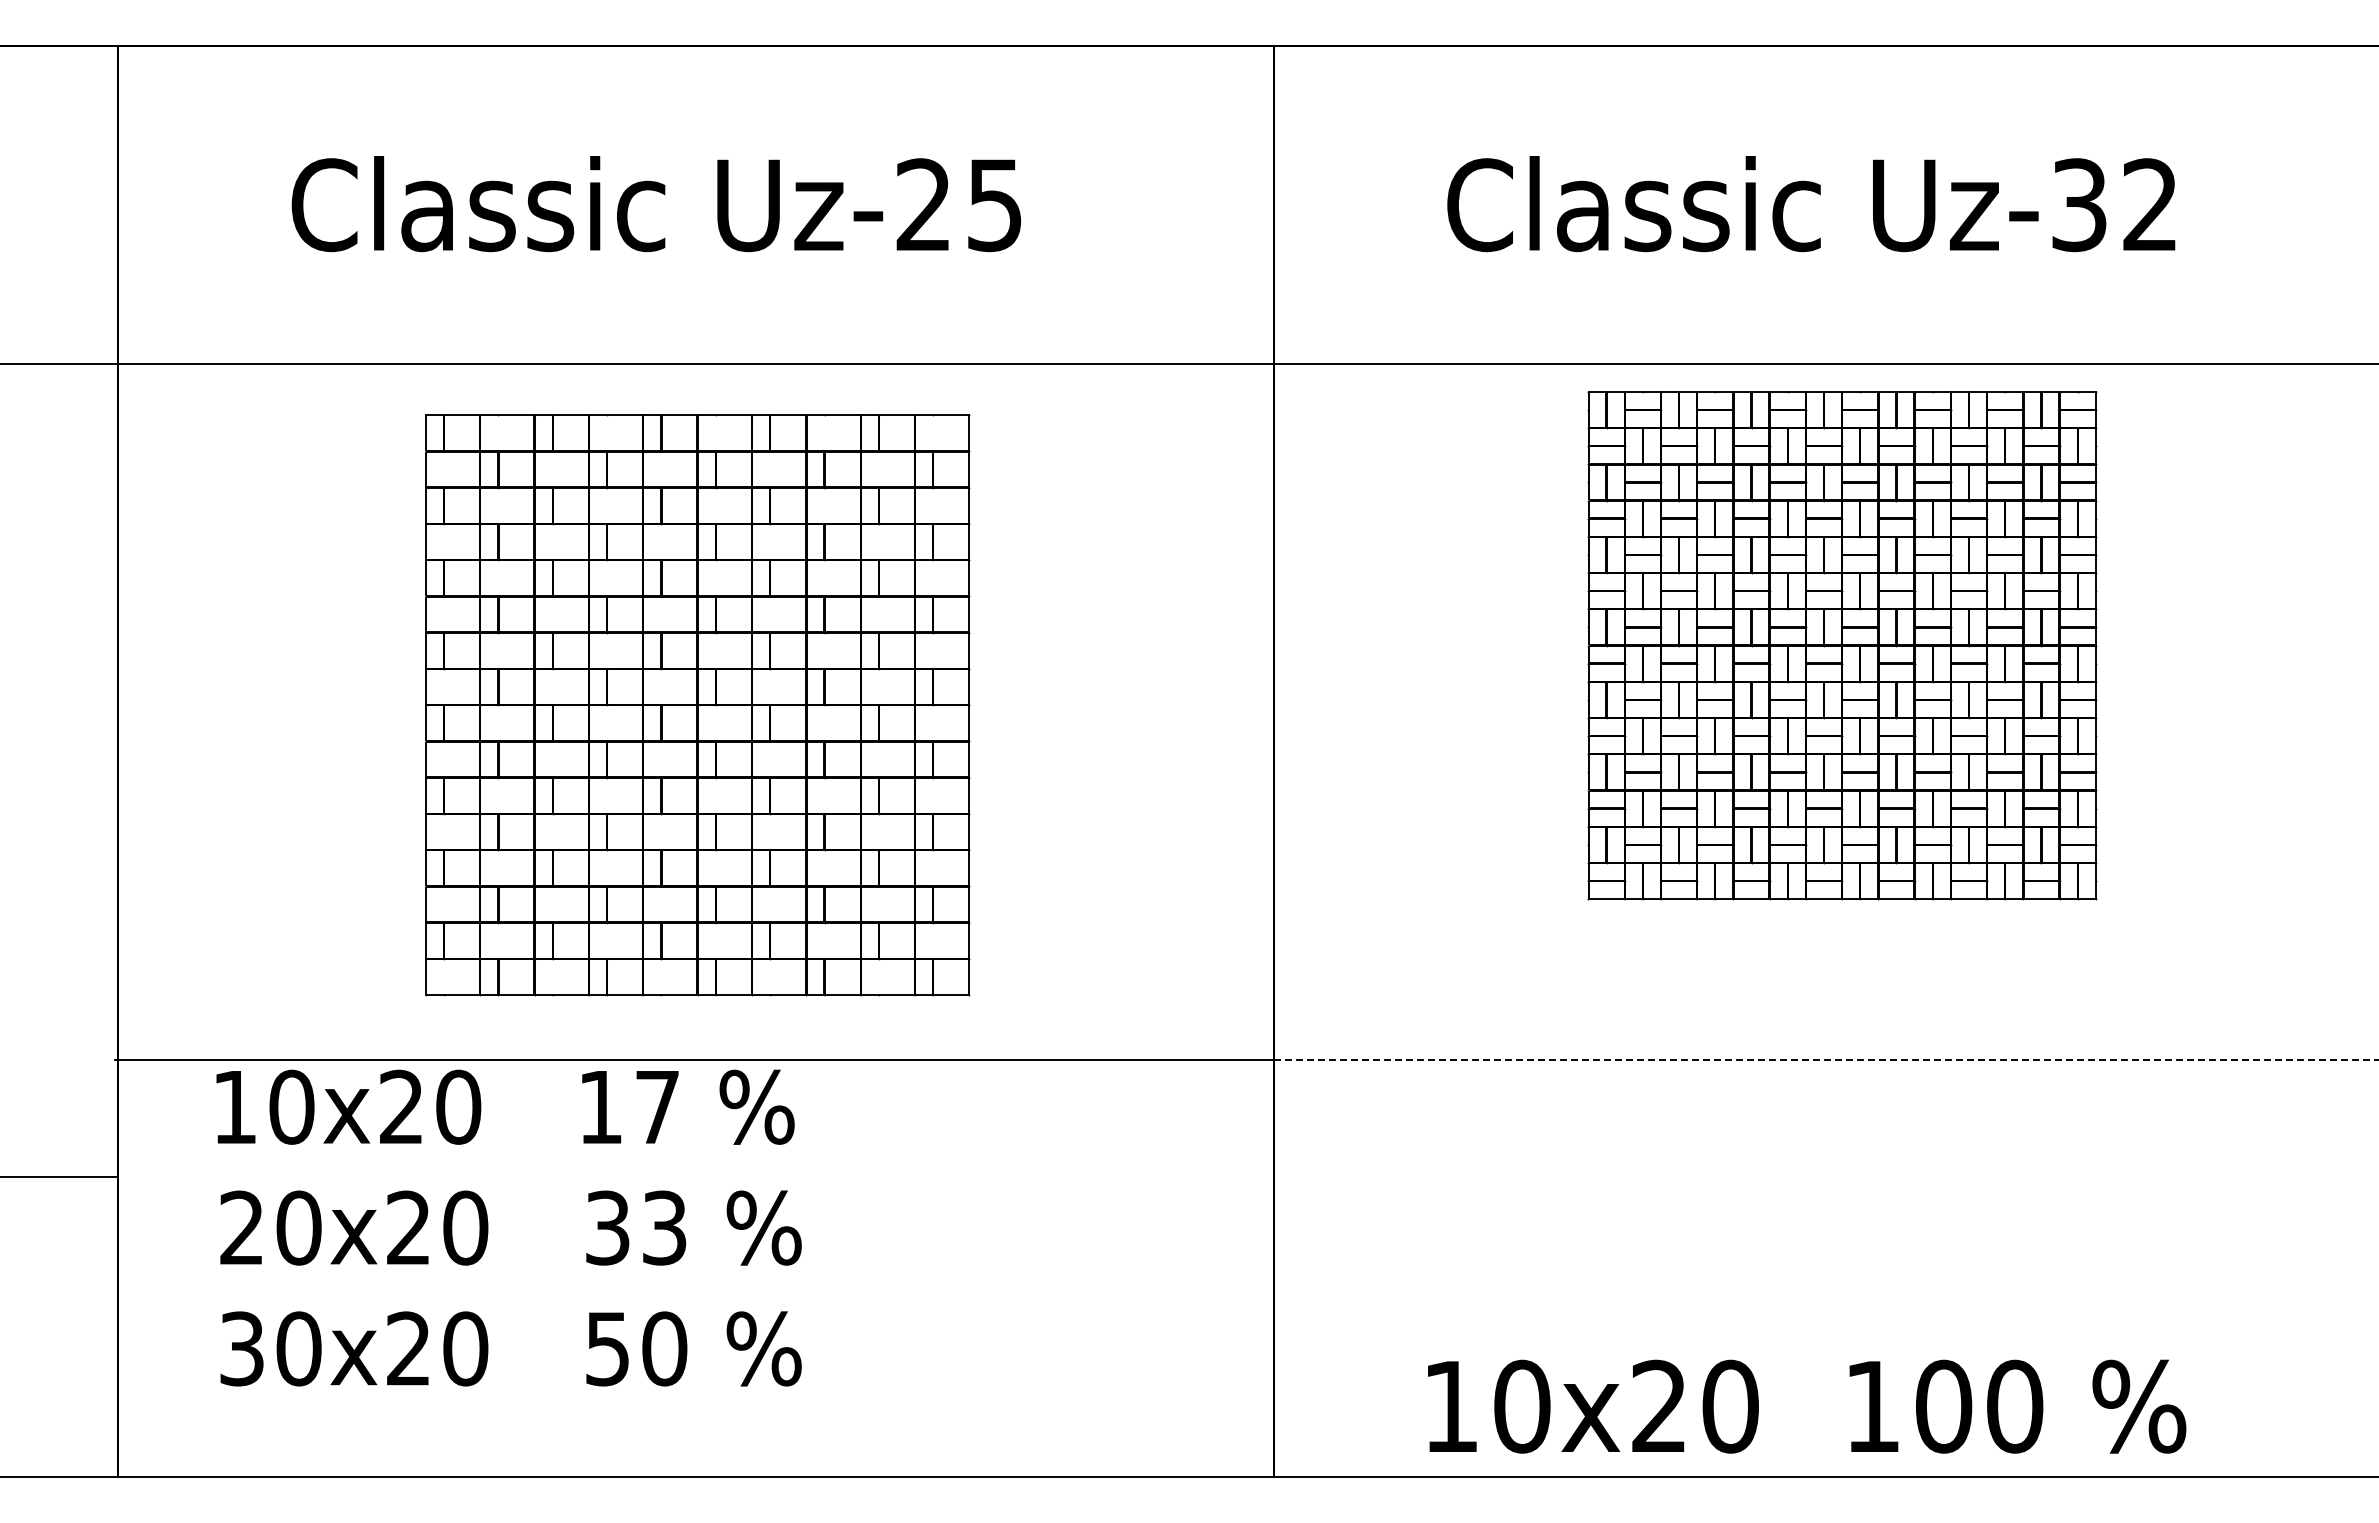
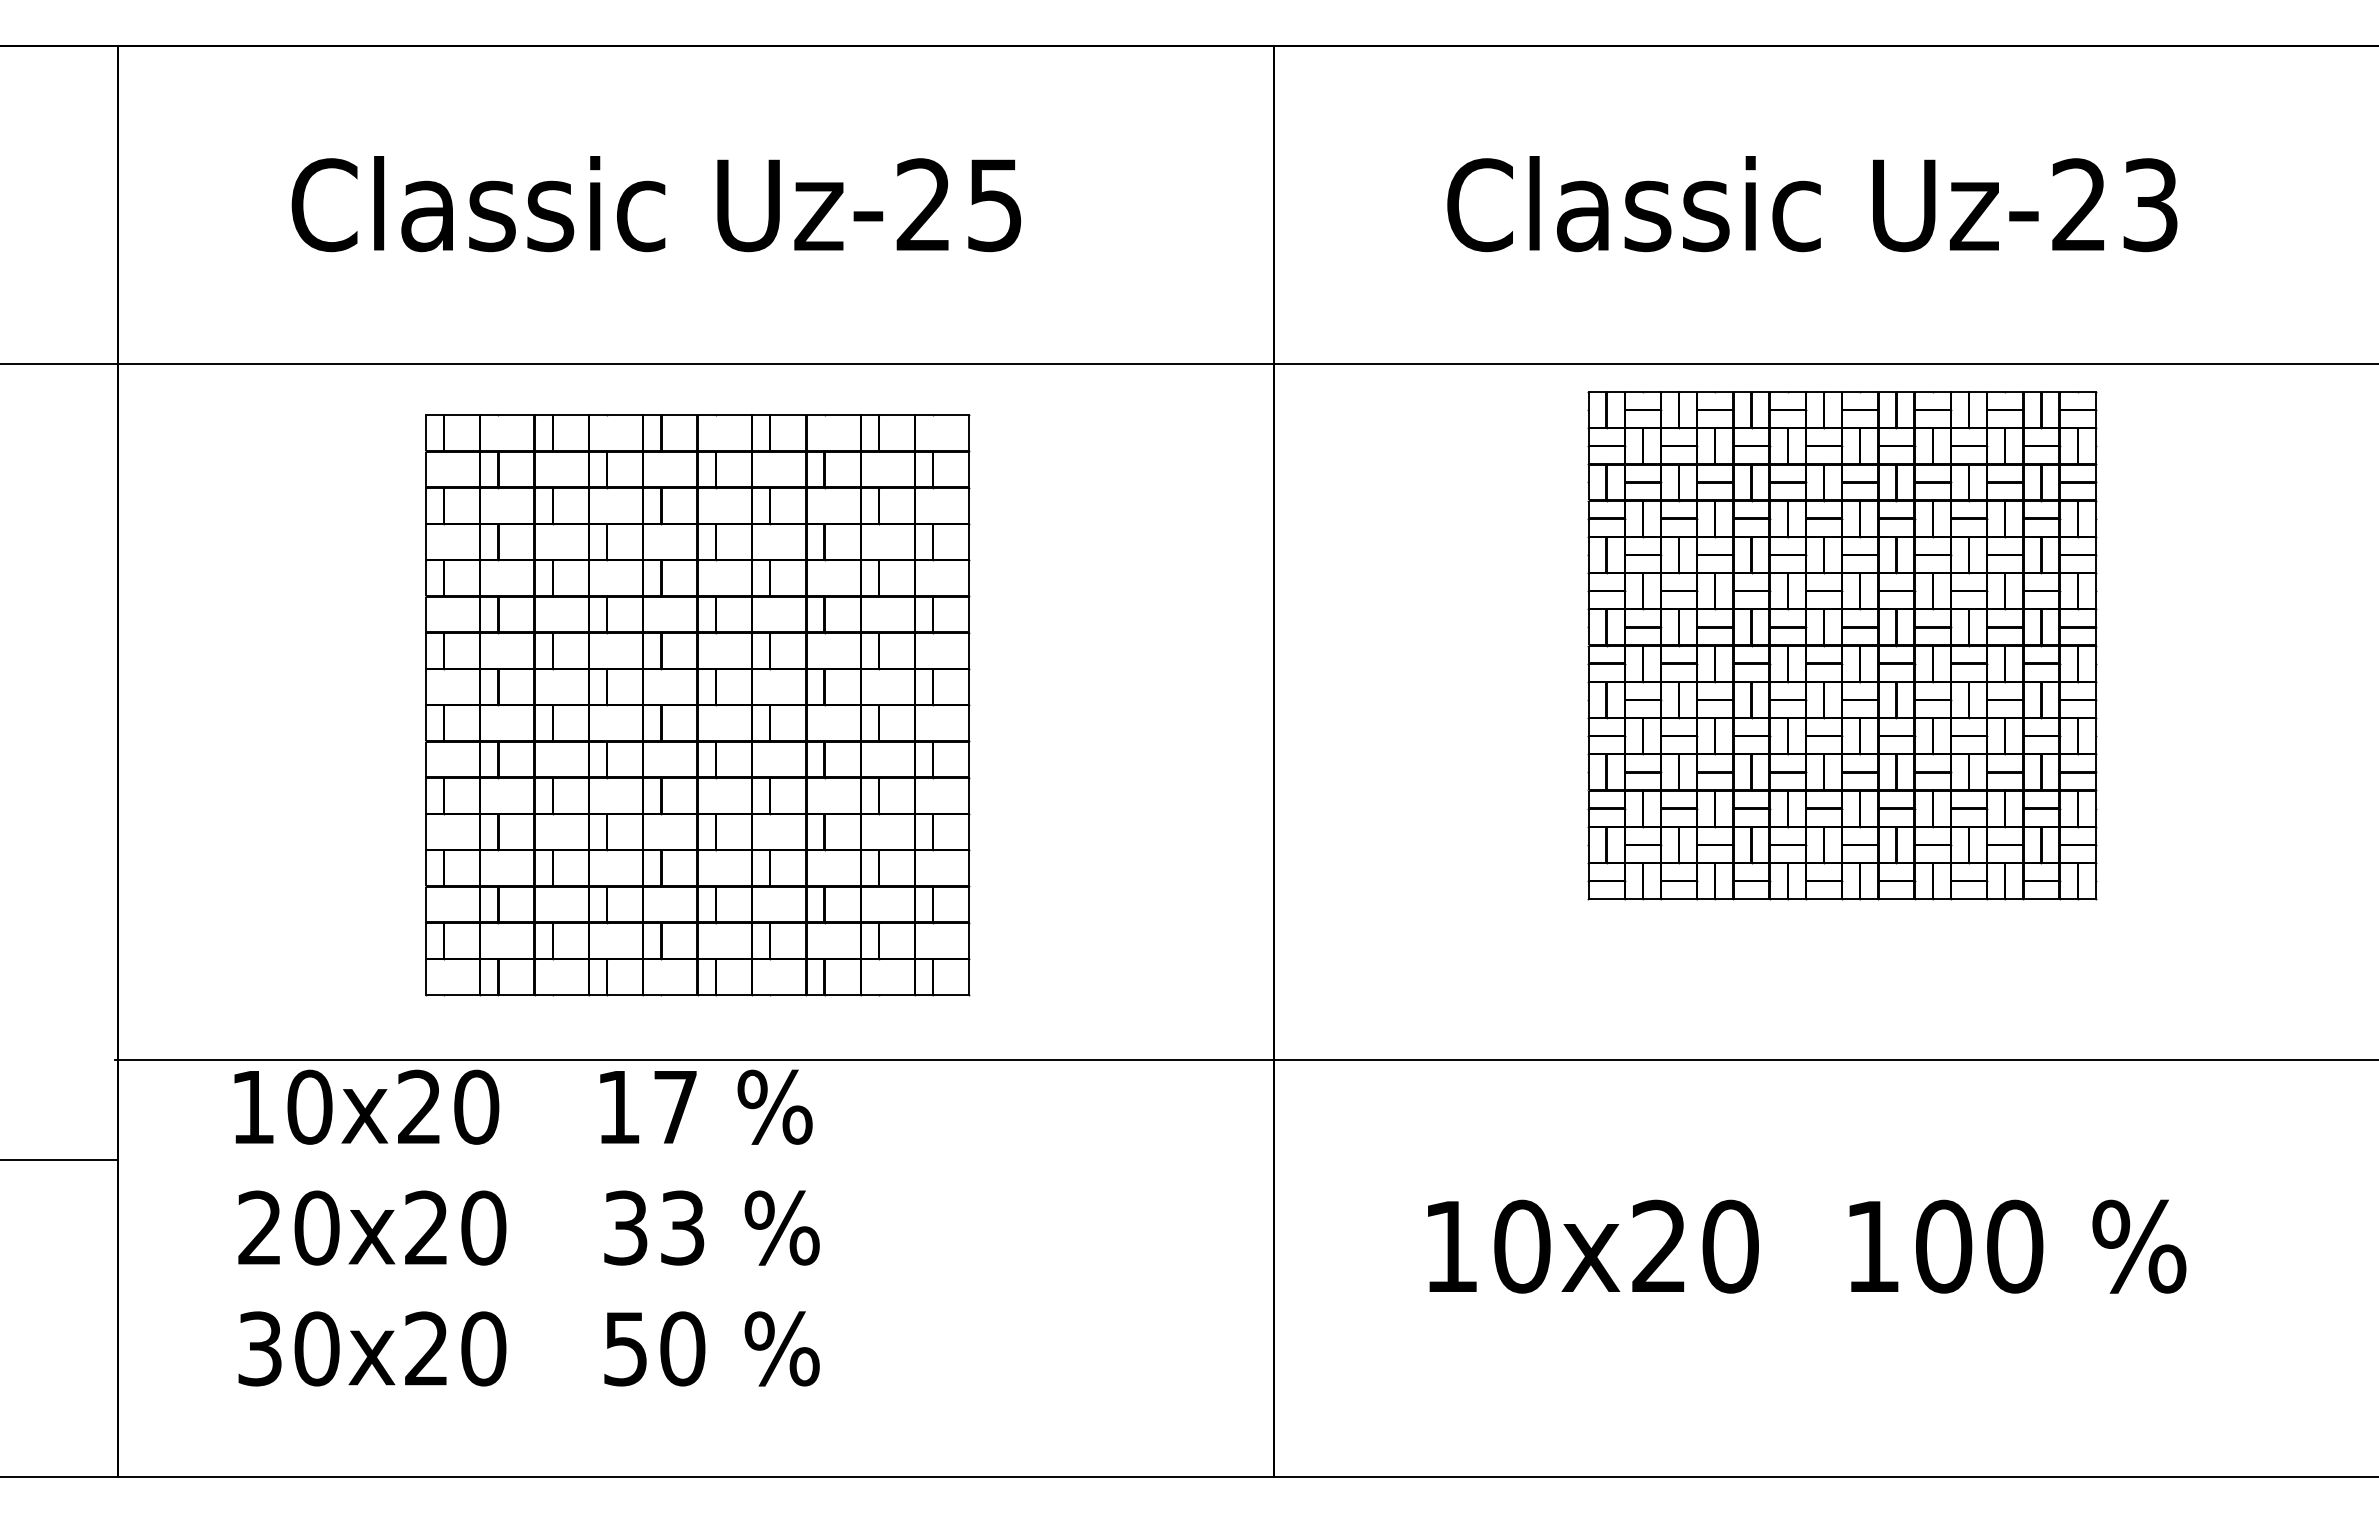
text at (2114, 205): Uz-32 -> Uz-23
line at (1826, 1060): dashed -> solid
line at (60, 1177) position: (60, 1177) -> (60, 1160)
text at (508, 1227) position: (508, 1227) -> (526, 1227)
text at (1807, 1406) position: (1807, 1406) -> (1807, 1246)
